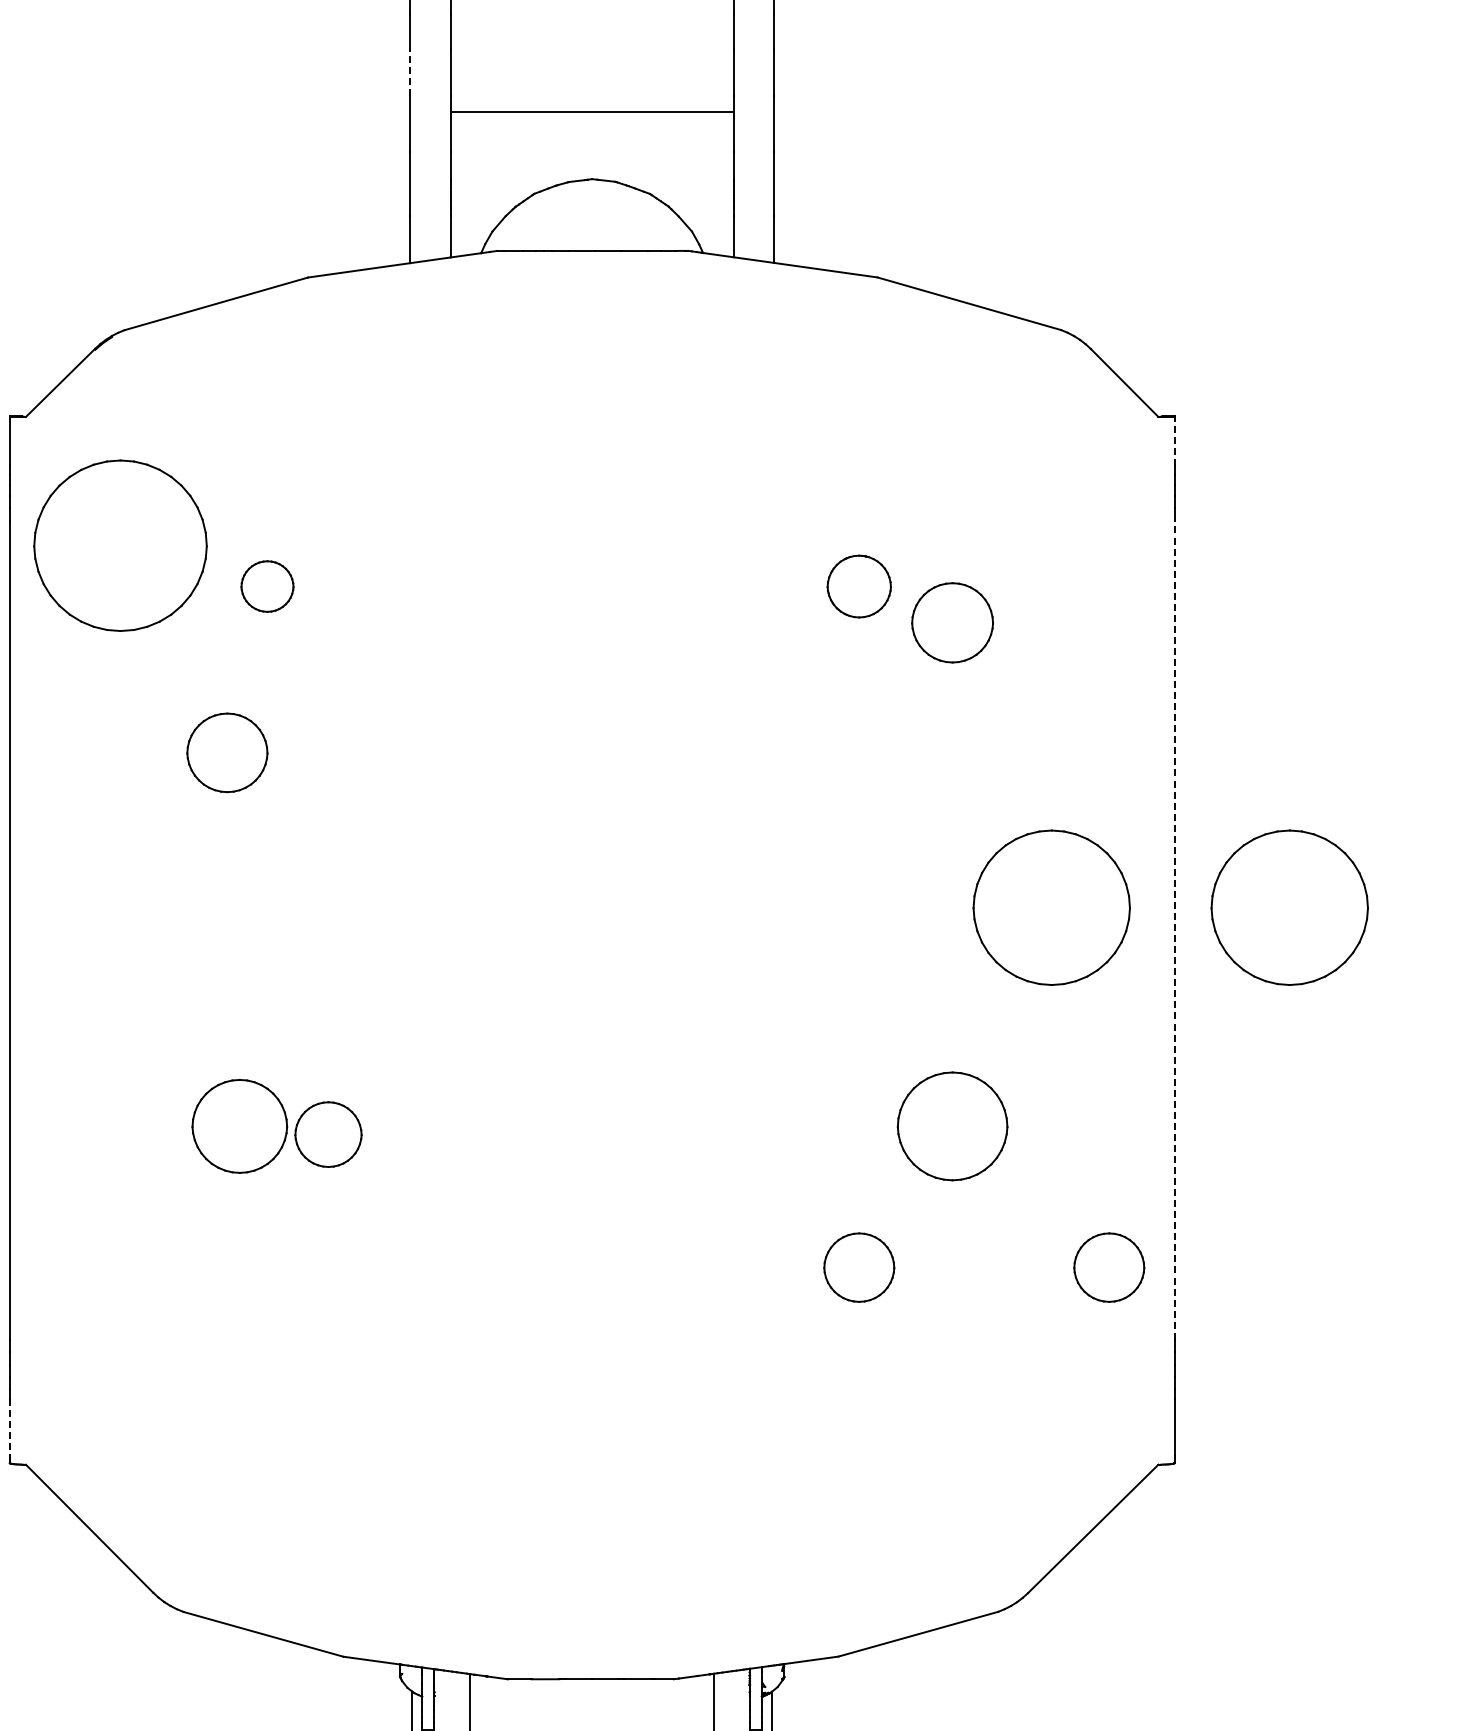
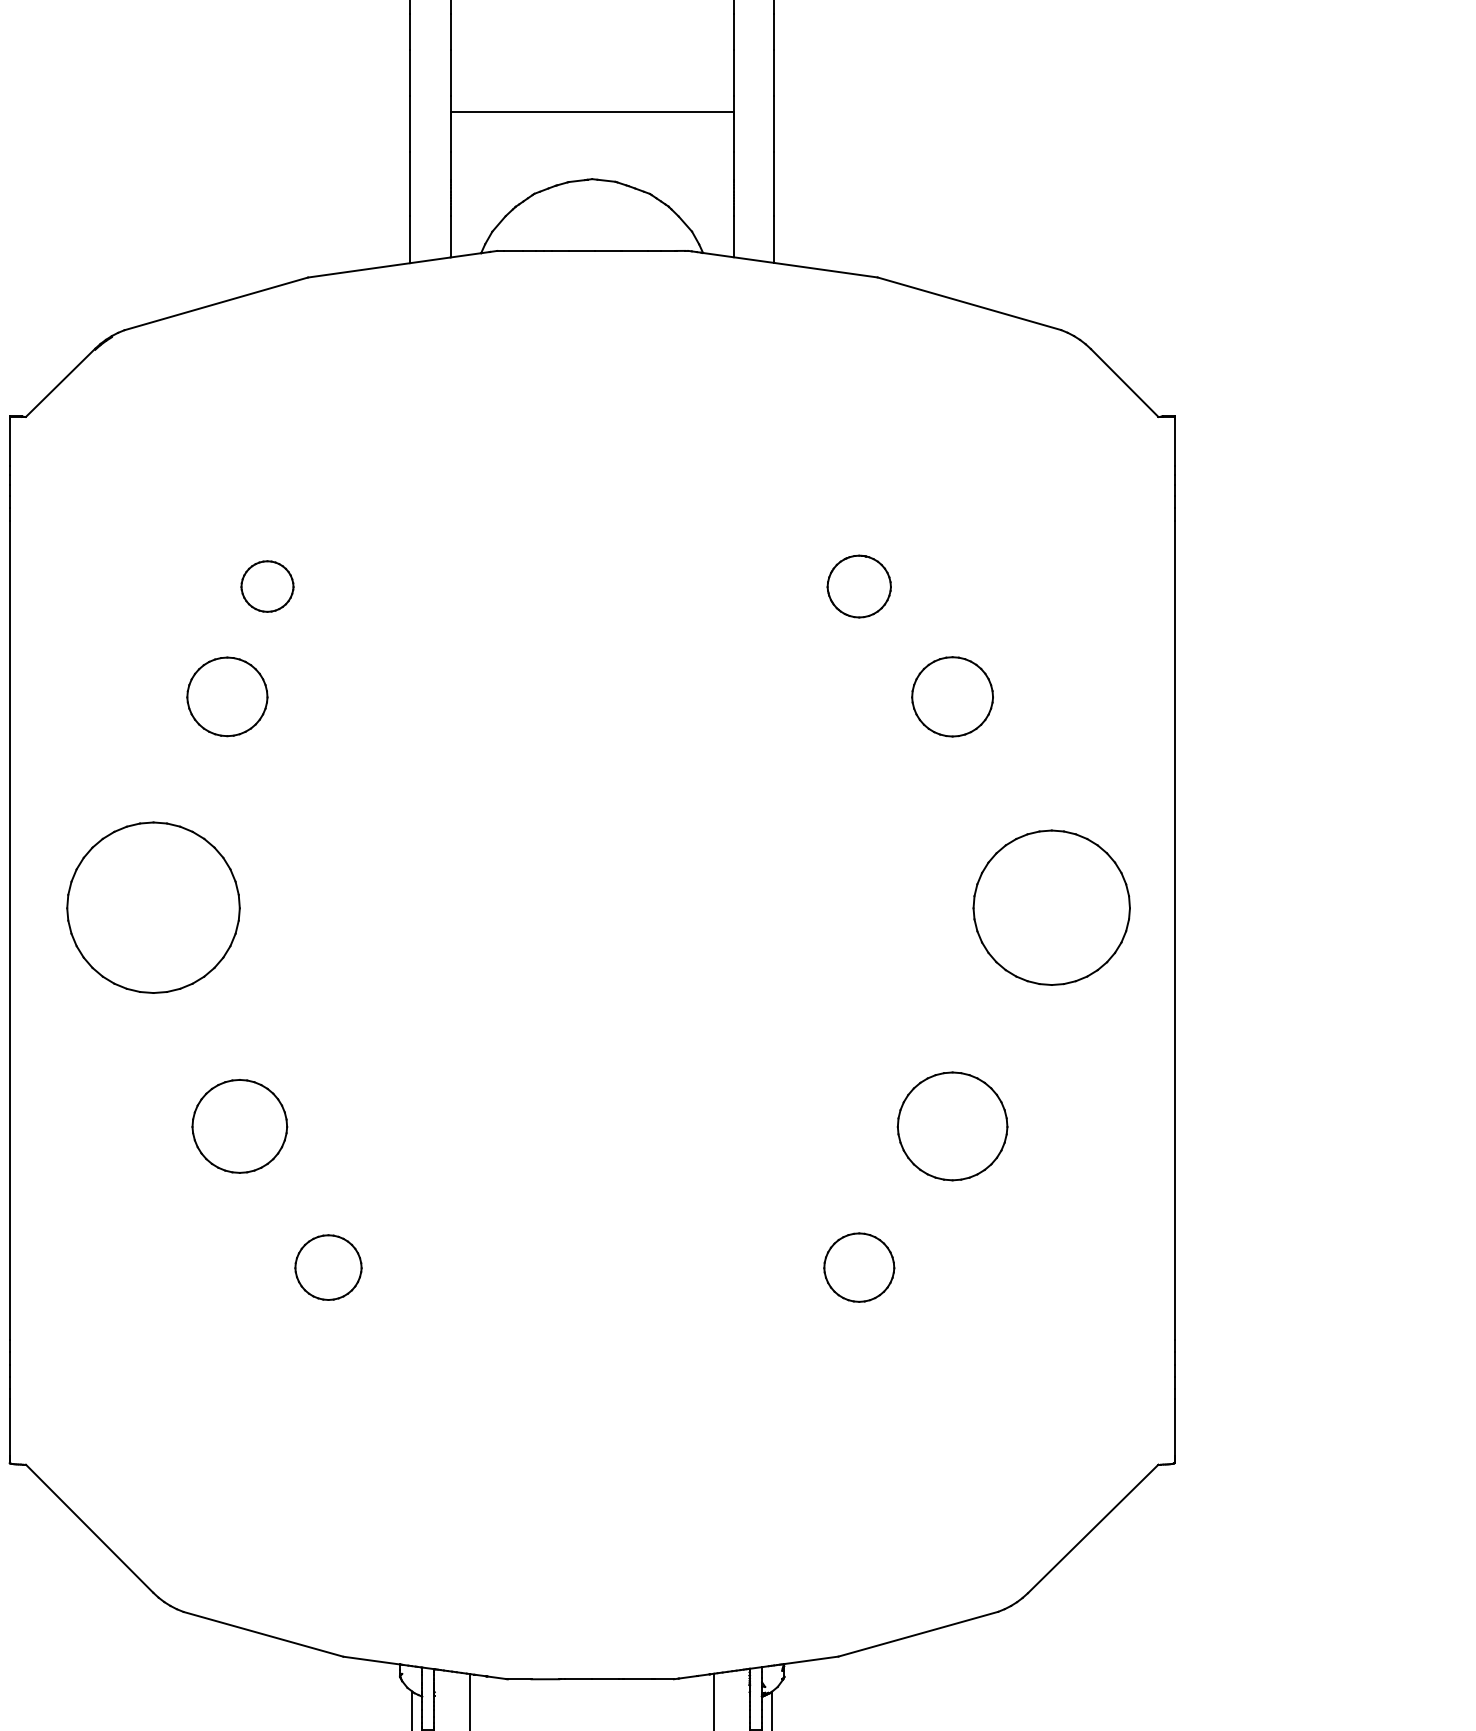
line at (410, 72): dashed -> solid
line at (1174, 442): dashed -> solid
part at (120, 545) position: (120, 545) -> (153, 907)
part at (952, 622) position: (952, 622) -> (952, 696)
part at (227, 752) position: (227, 752) -> (227, 696)
part at (1289, 907): present -> none
line at (1174, 929): dashed -> solid
part at (328, 1134) position: (328, 1134) -> (328, 1267)
part at (1109, 1267): present -> none
line at (9, 1427): dashed -> solid
